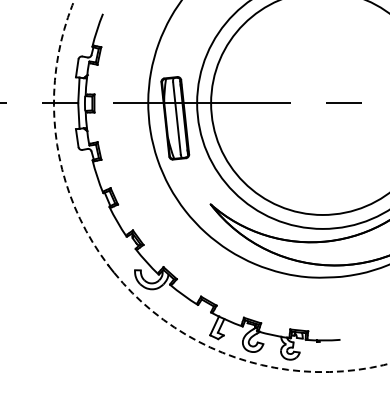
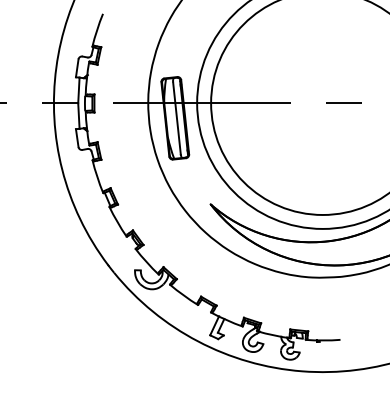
arc at (56, 139): dashed -> solid
arc at (238, 358): dashed -> solid
